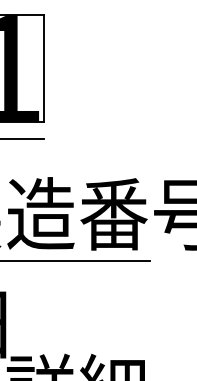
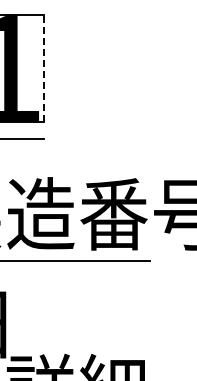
line at (43, 68): solid -> dashed
